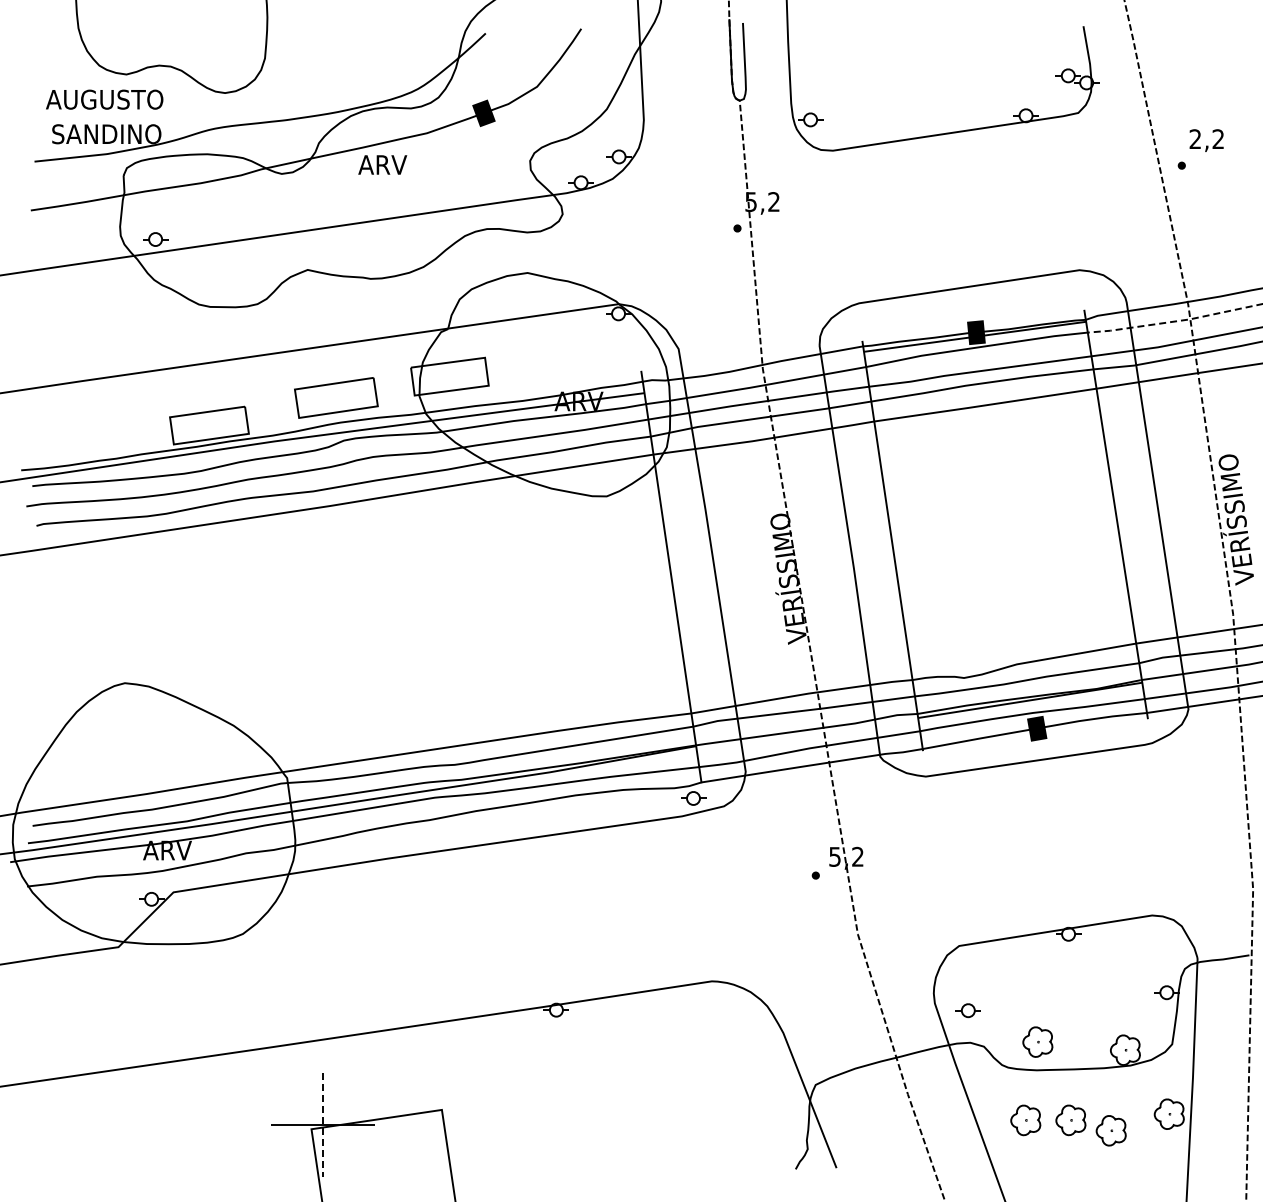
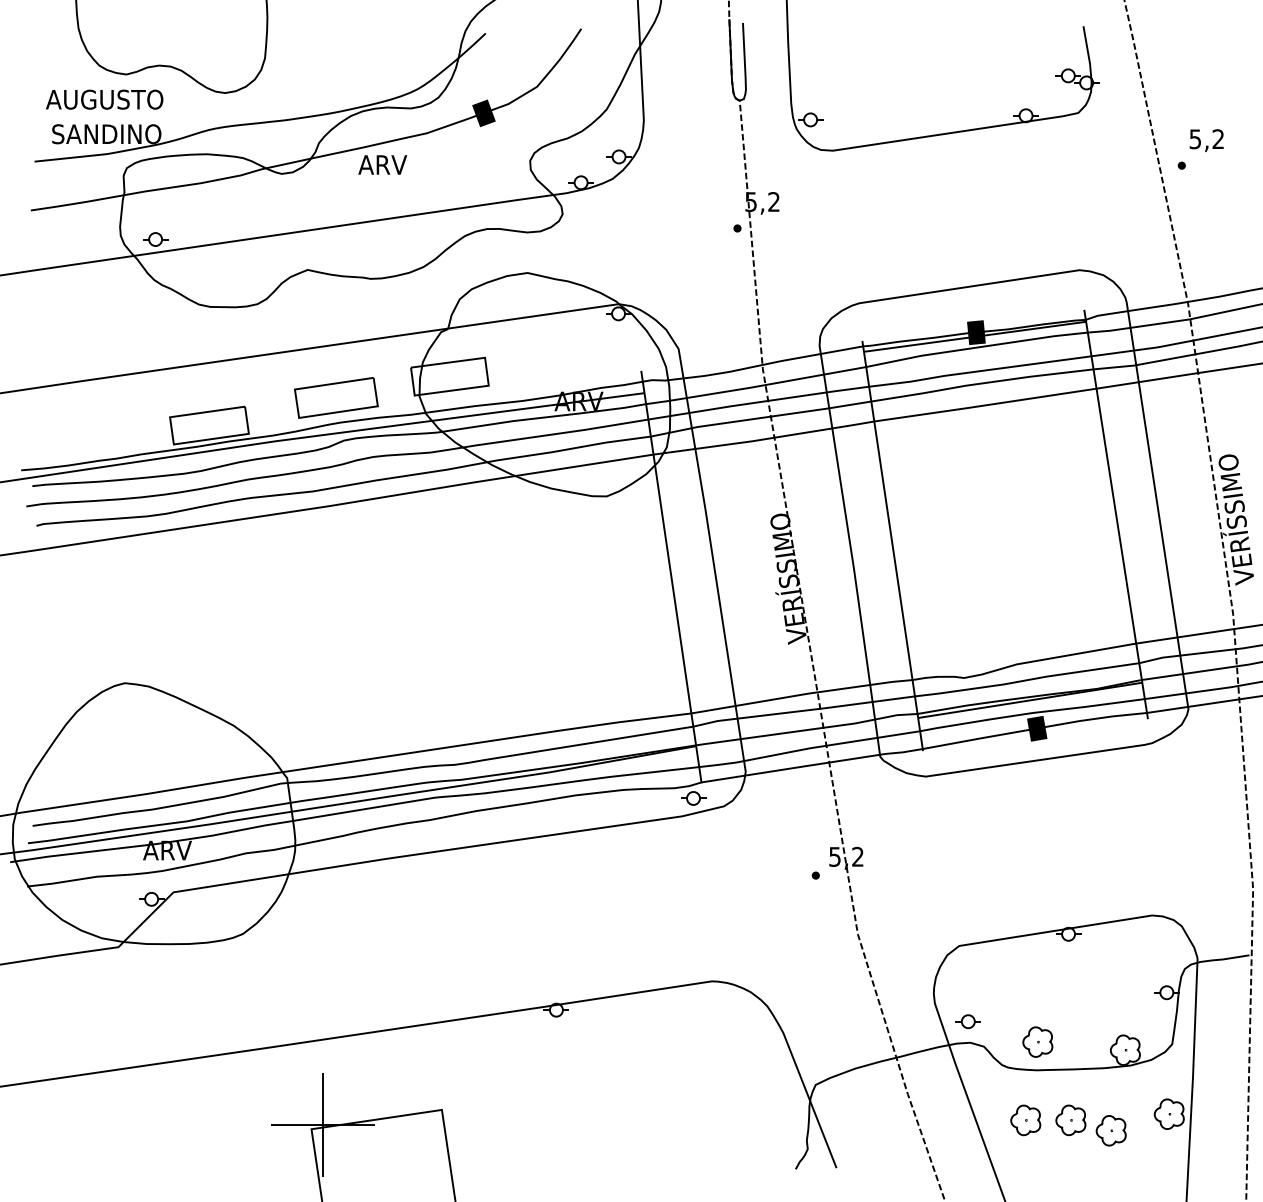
text at (1194, 139): 2,2 -> 5,2
line at (1175, 321): dashed -> solid
part at (967, 1010) position: (967, 1010) -> (967, 1021)
line at (323, 1125): dashed -> solid
